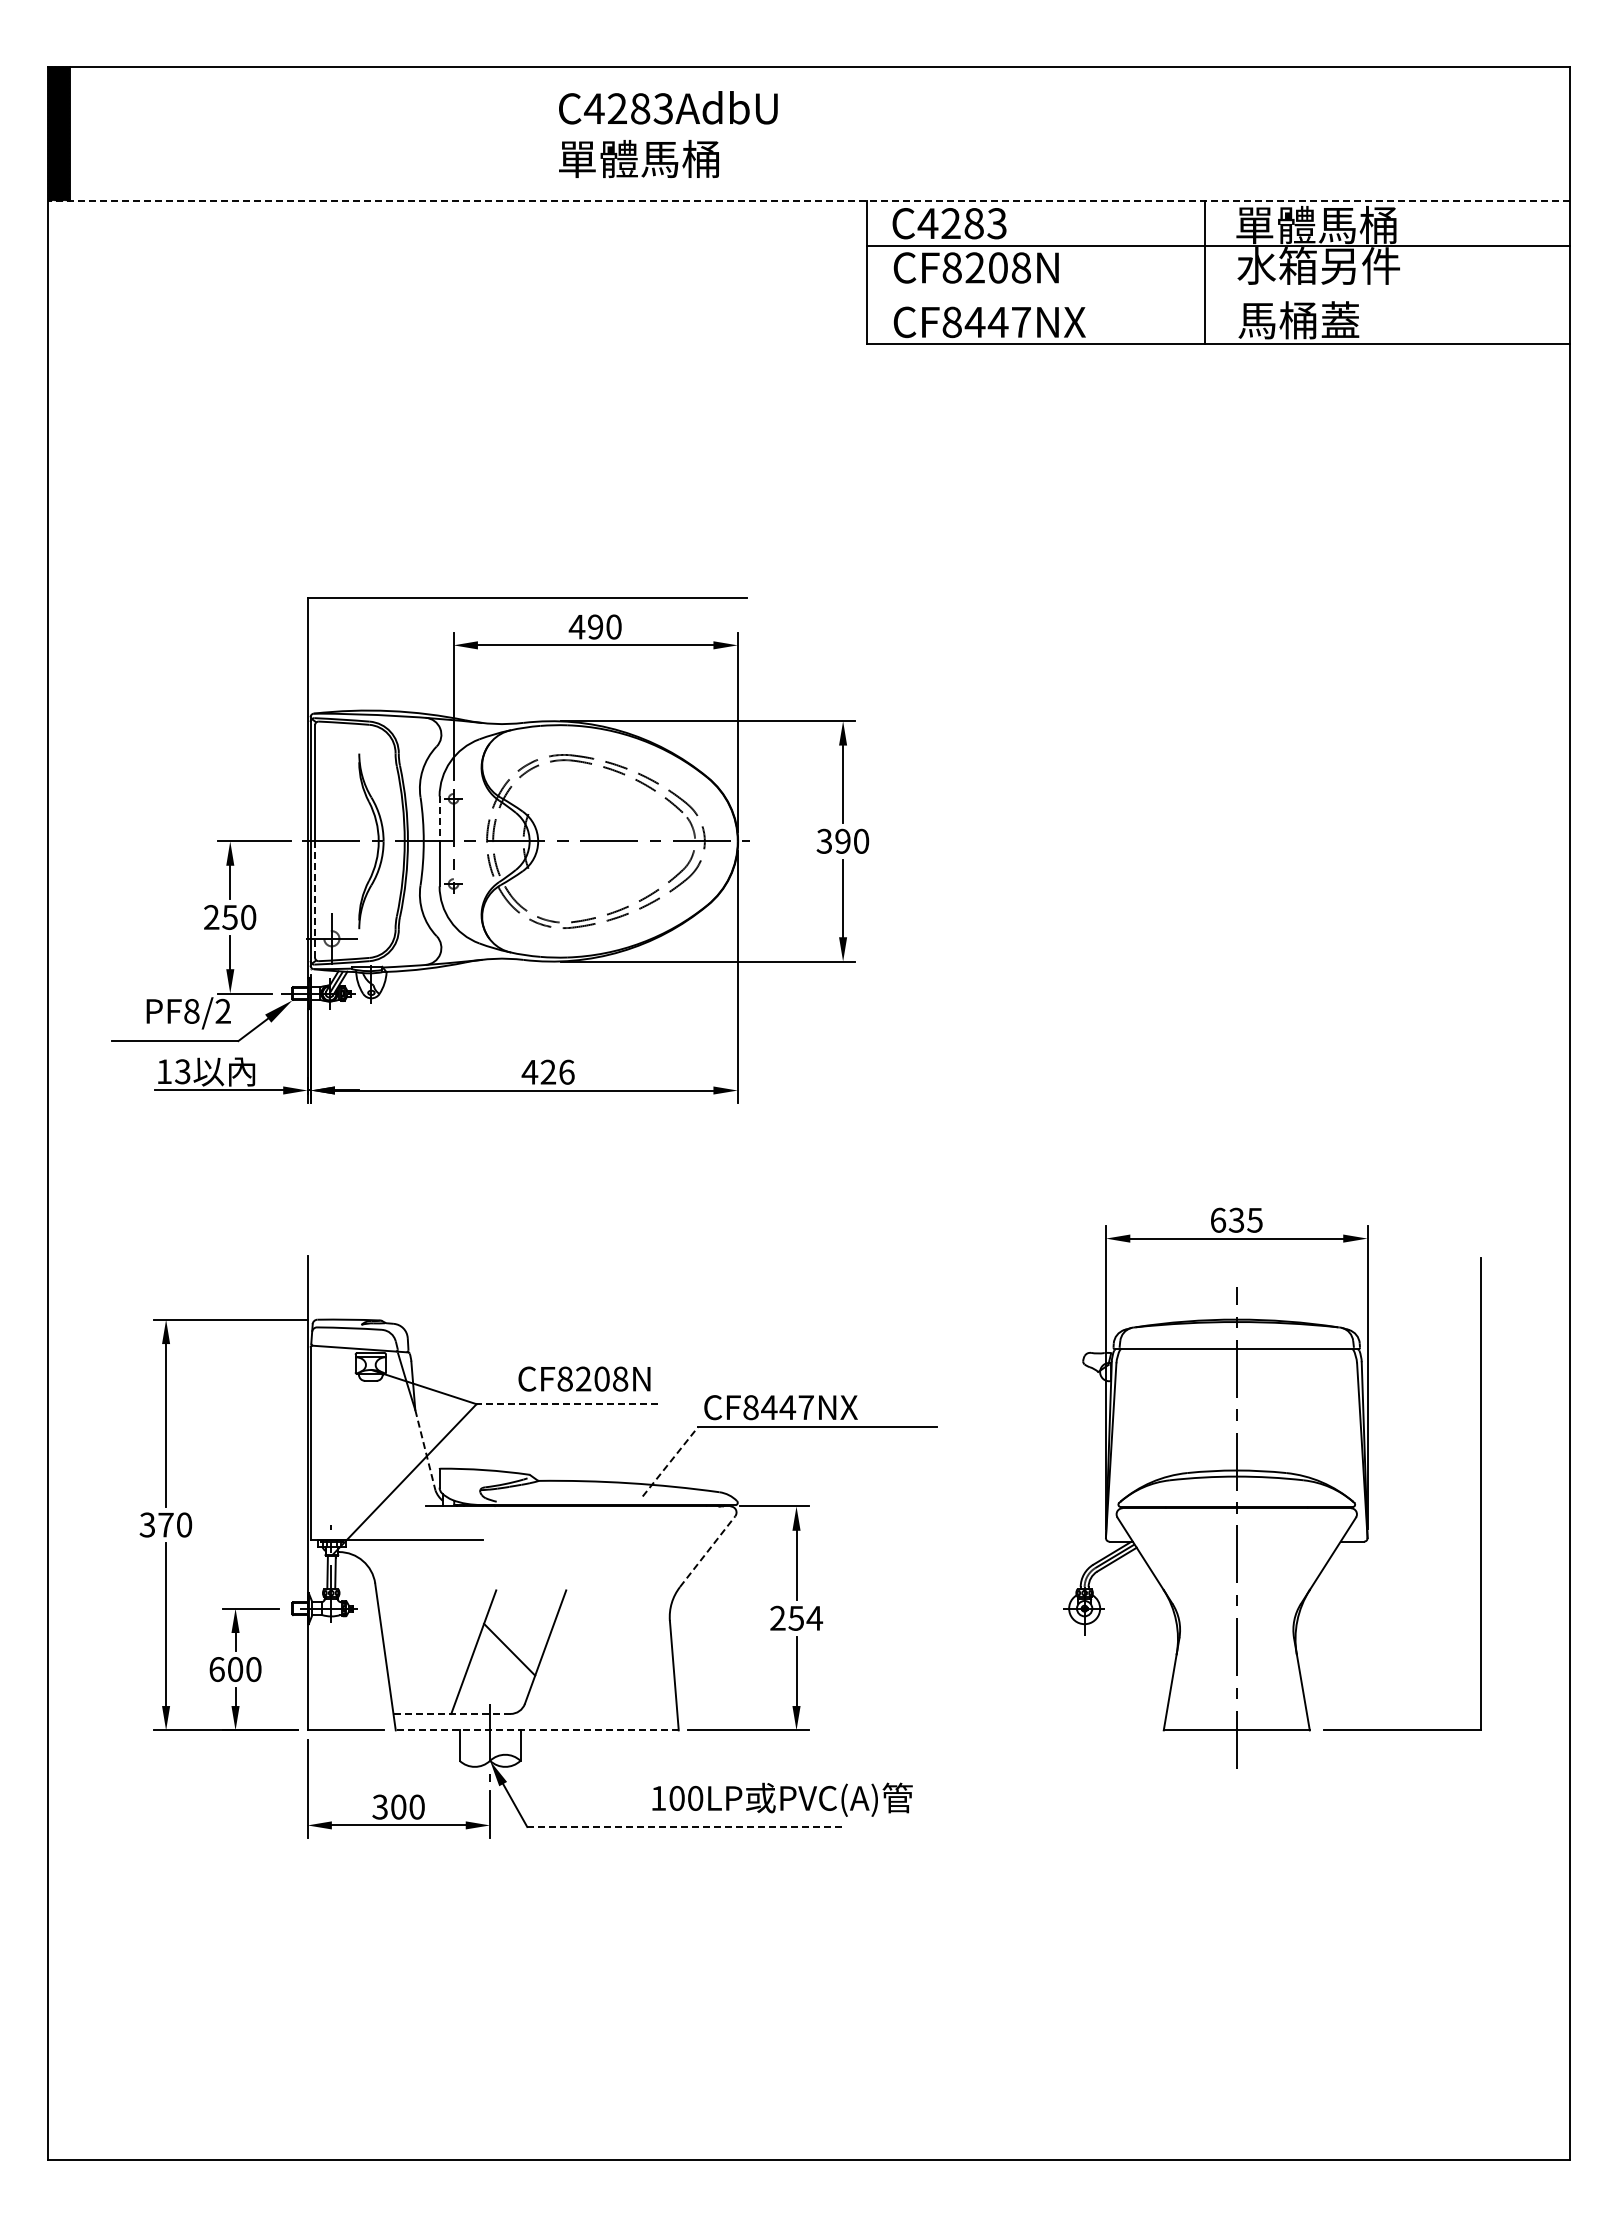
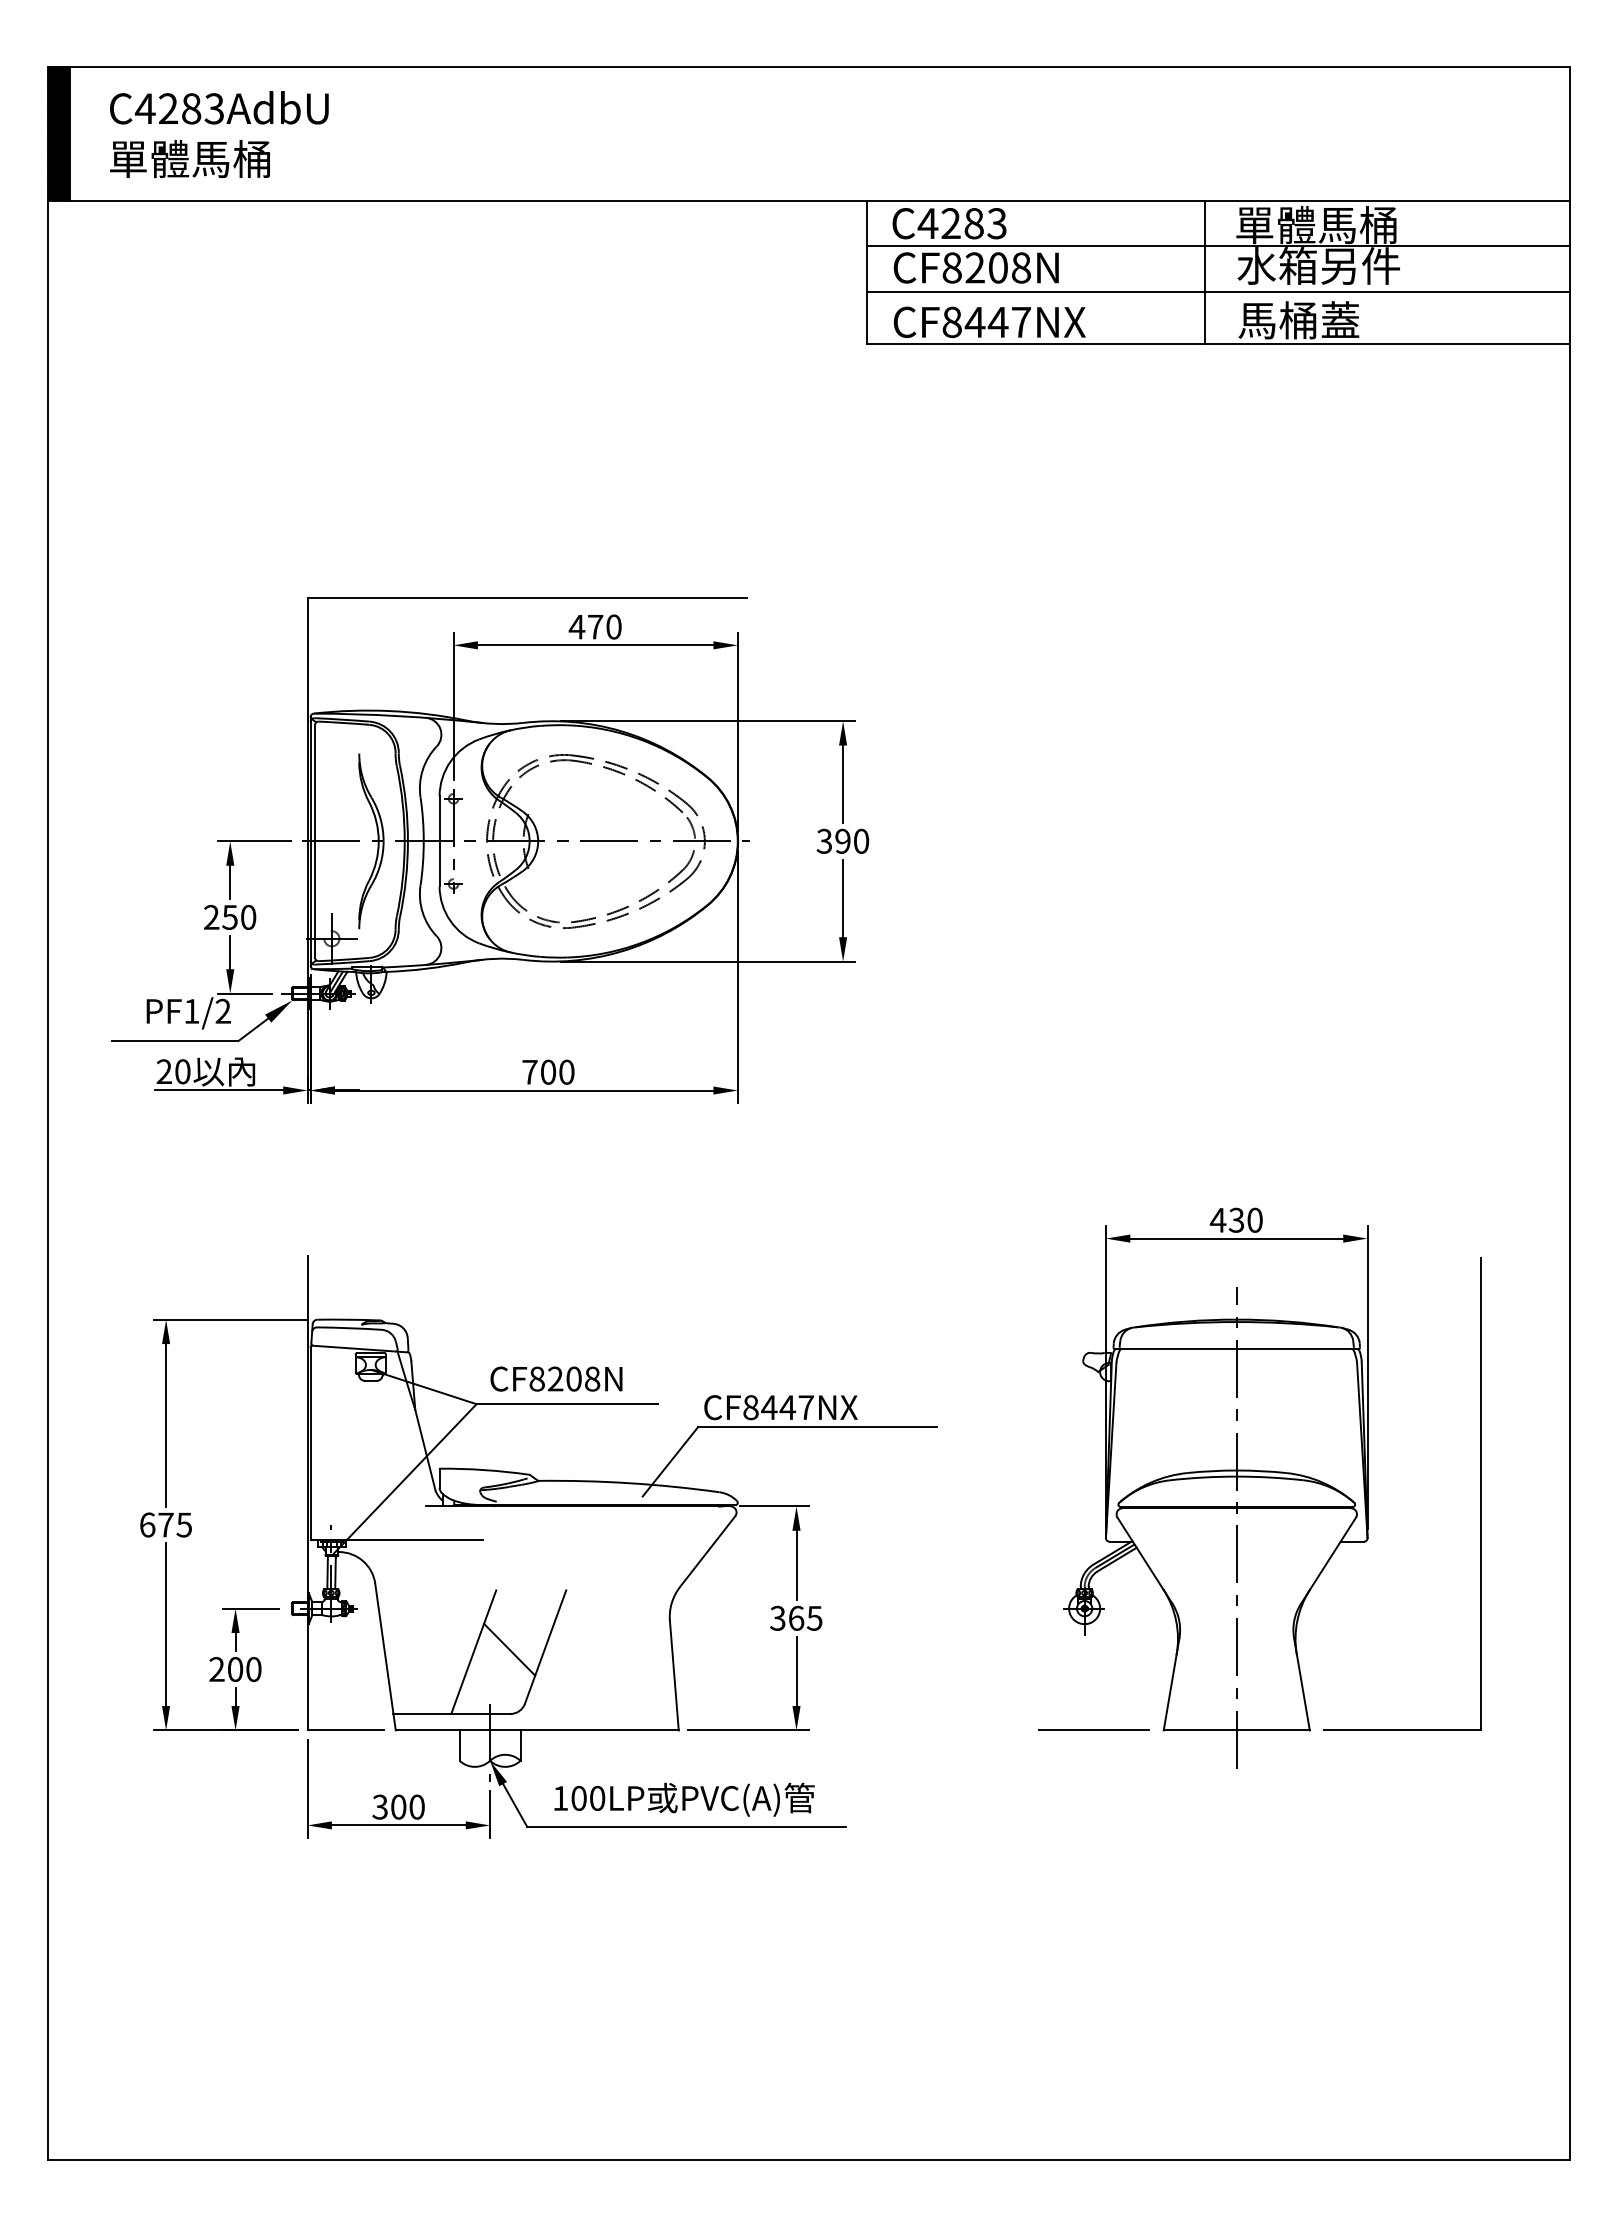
text at (668, 134) position: (668, 134) -> (219, 134)
line at (808, 200): dashed -> solid
line at (1218, 291): none -> present
text at (595, 626): 490 -> 470
line at (439, 819): dashed -> solid
line at (315, 898): dashed -> solid
text at (191, 1011): PF8/2 -> PF1/2
text at (173, 1071): 13 -> 20
text at (547, 1071): 426 -> 700
text at (1235, 1219): 635 -> 430
text at (584, 1378) position: (584, 1378) -> (556, 1378)
line at (567, 1404): dashed -> solid
line at (425, 1450): dashed -> solid
line at (670, 1461): dashed -> solid
text at (165, 1524): 370 -> 675
line at (707, 1551): dashed -> solid
text at (796, 1617): 254 -> 365
text at (216, 1669): 600 -> 200
line at (452, 1713): dashed -> solid
line at (536, 1730): dashed -> solid
line at (1093, 1730): none -> present
text at (782, 1799) position: (782, 1799) -> (684, 1799)
line at (687, 1827): dashed -> solid
